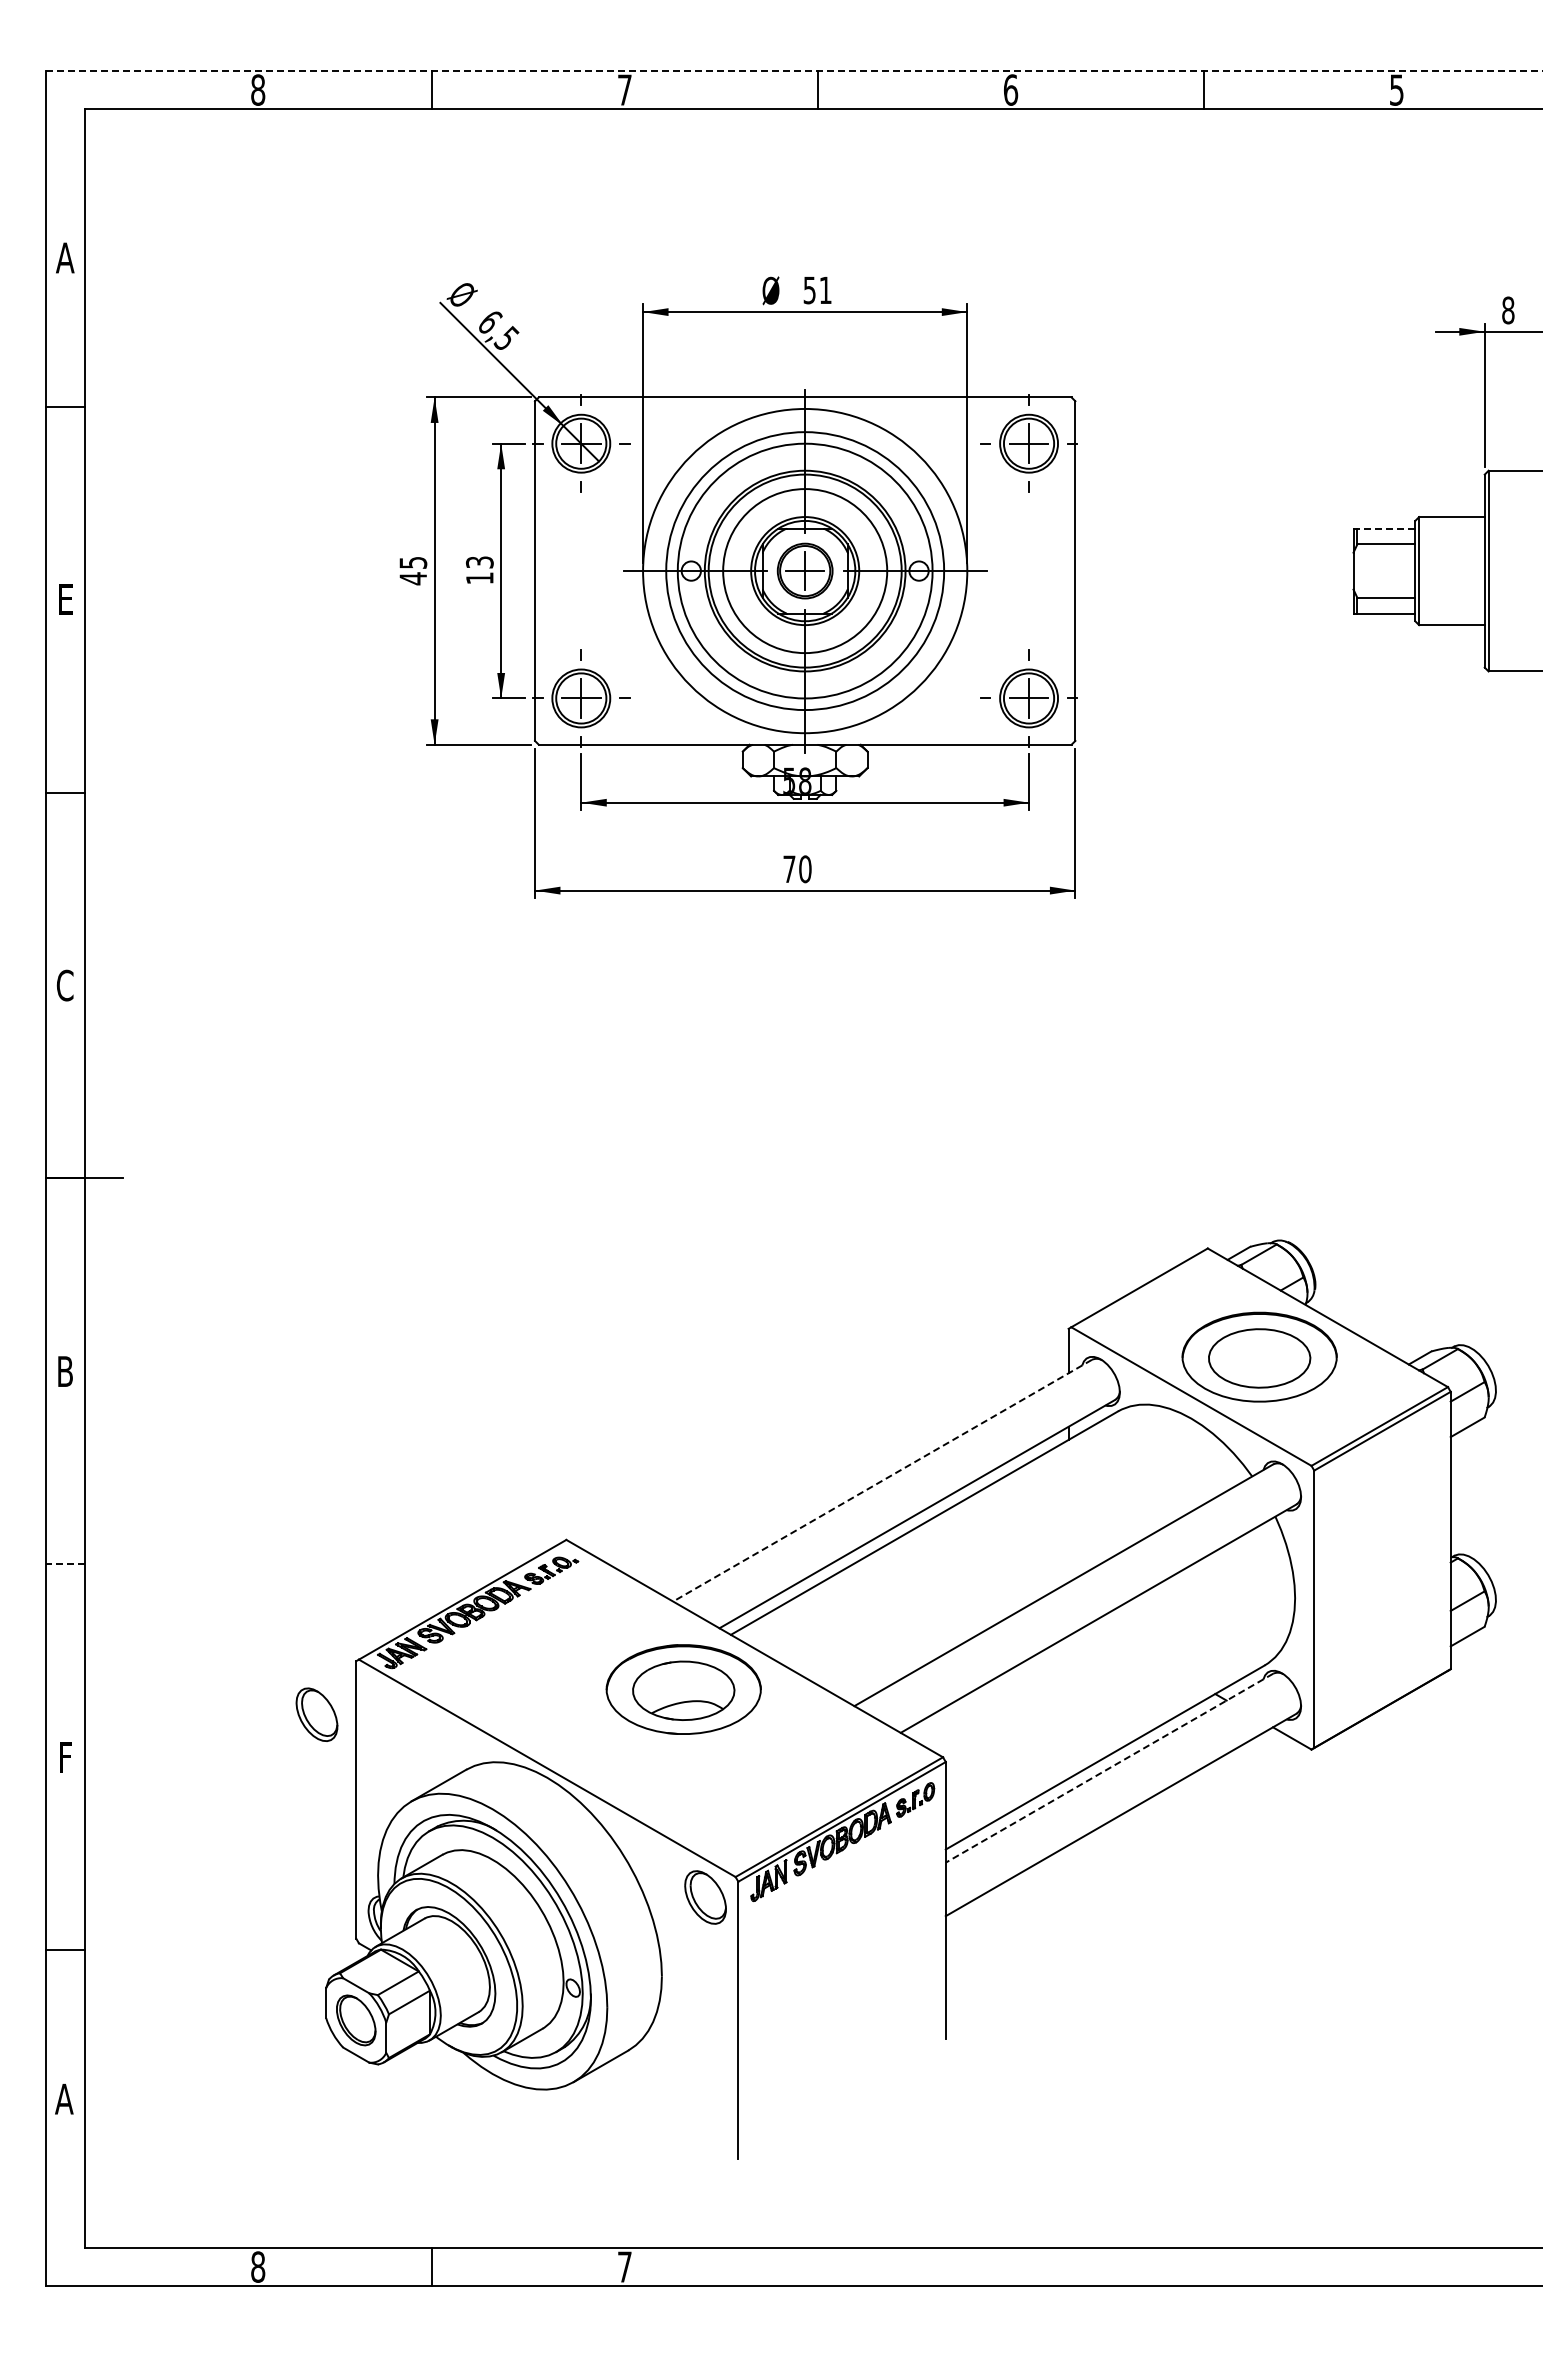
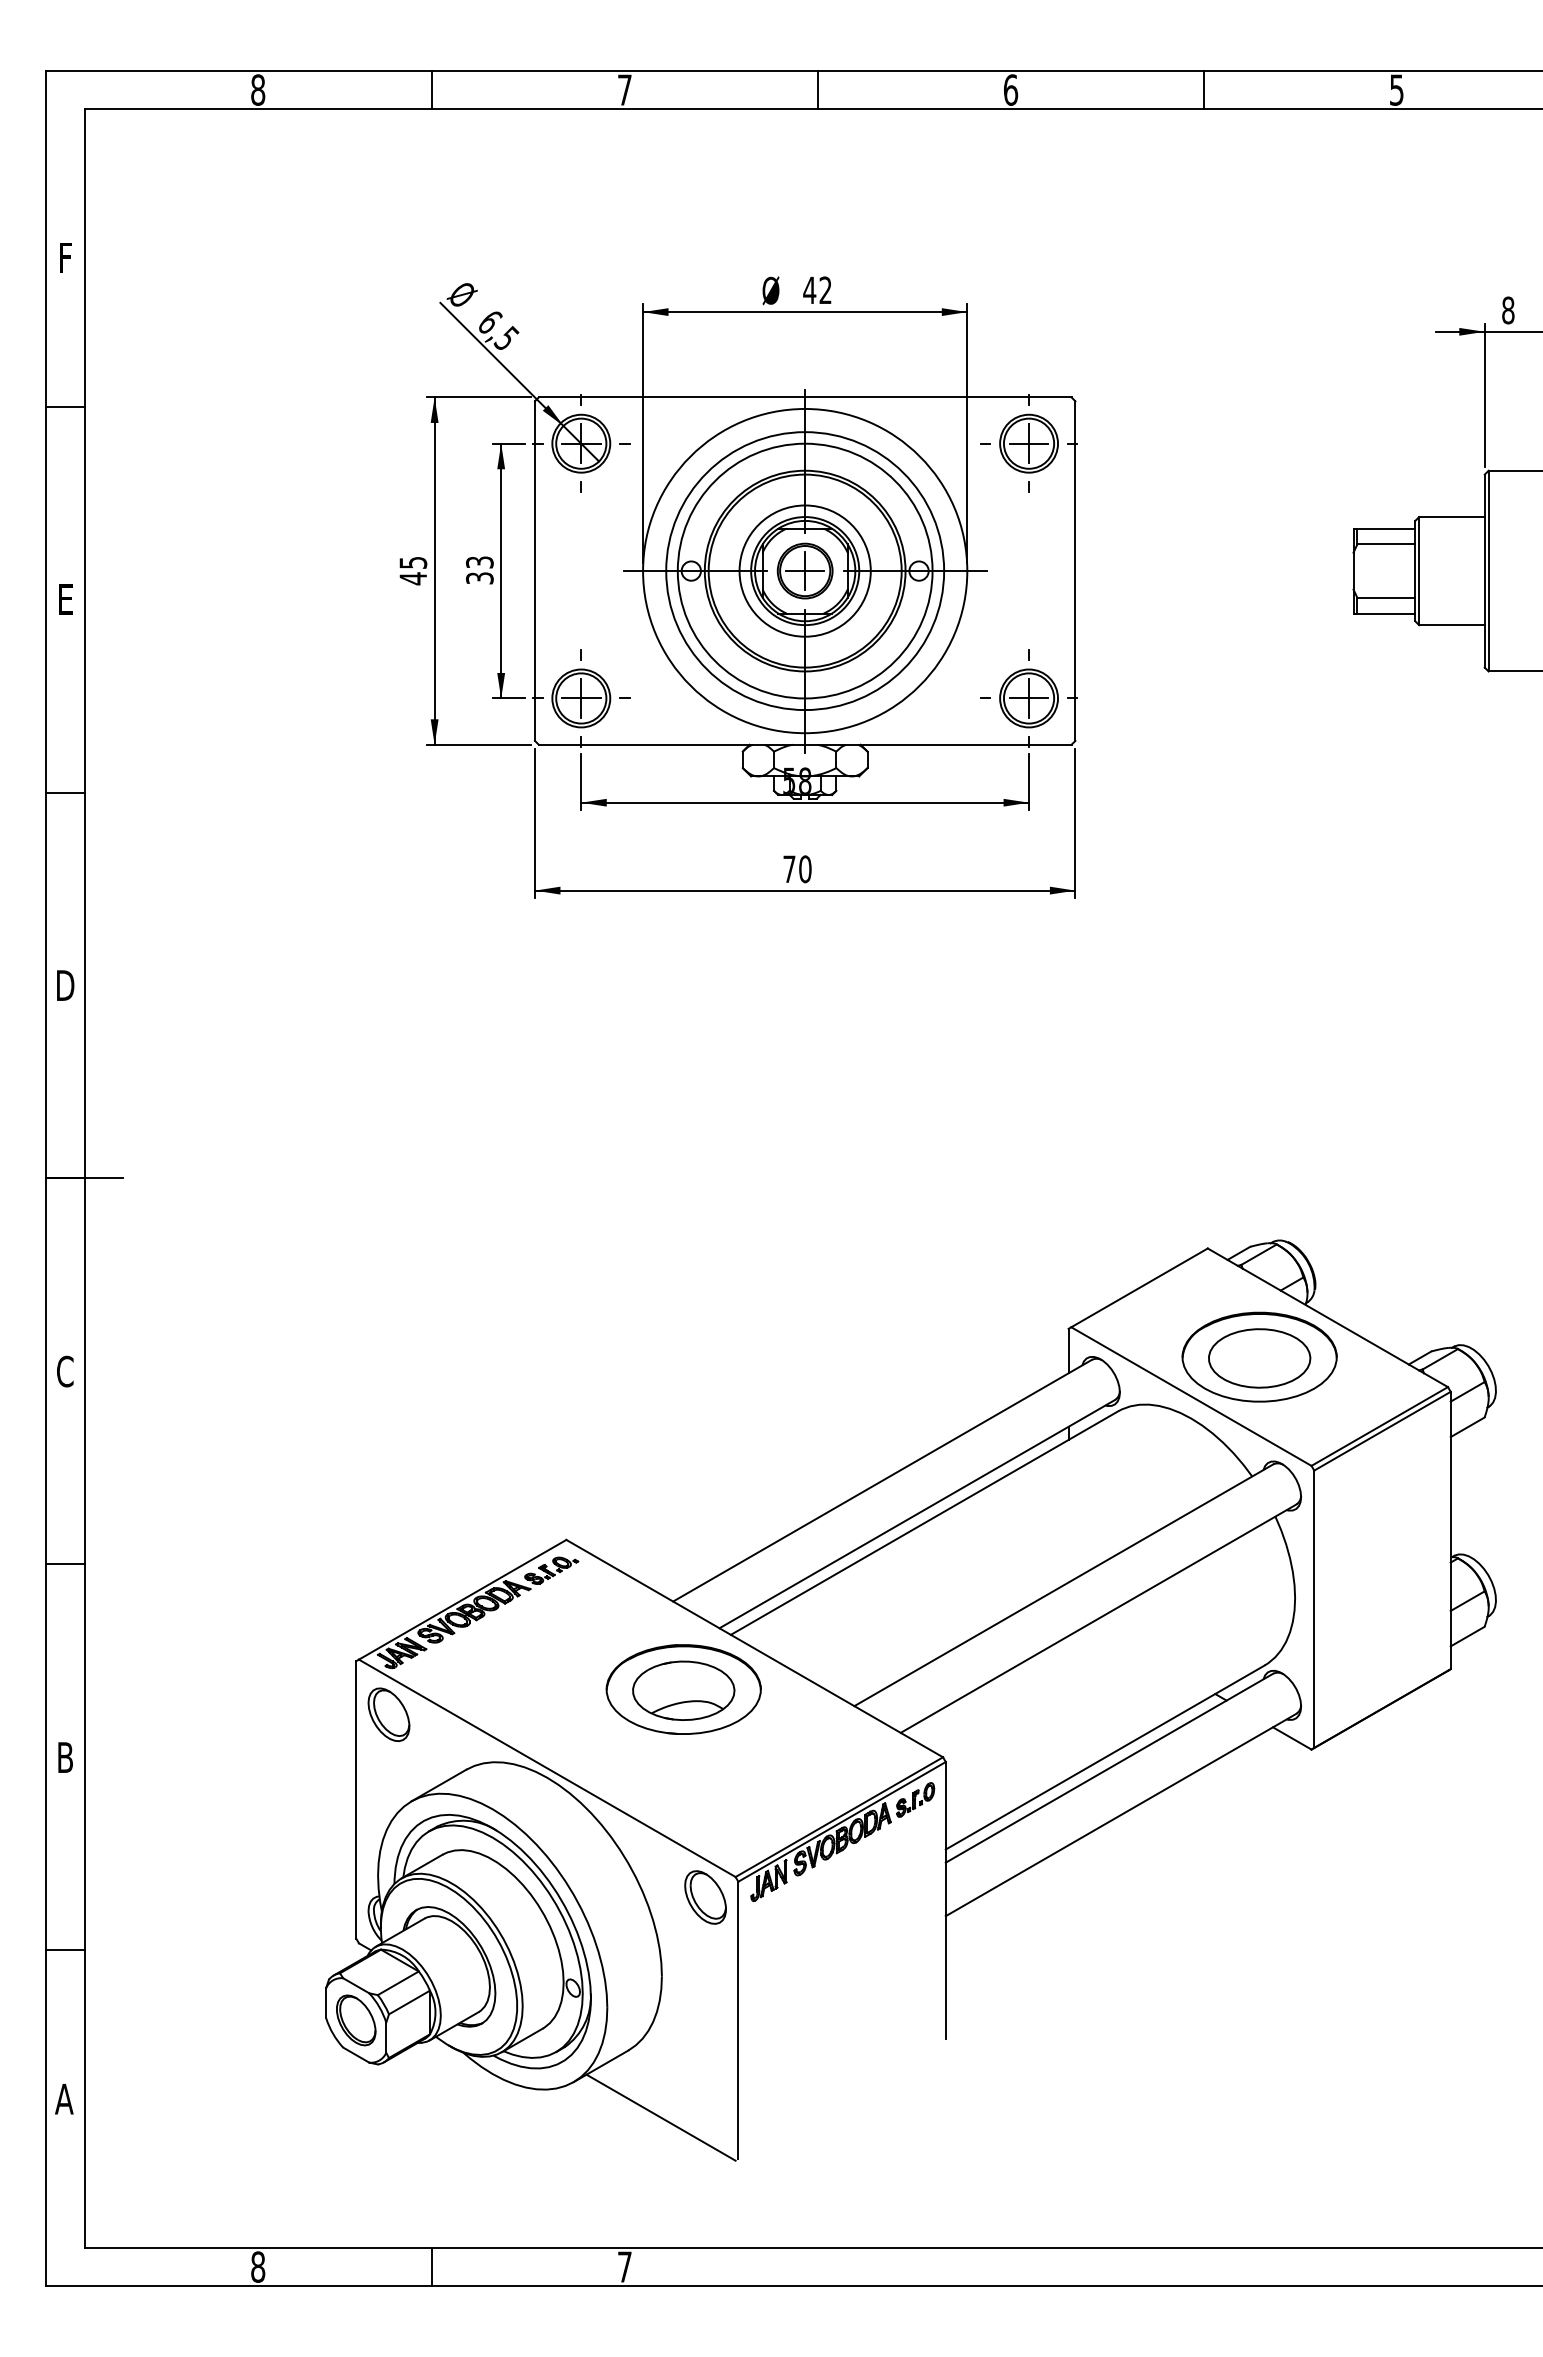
line at (794, 70): dashed -> solid
text at (65, 257): A -> F
text at (817, 290): 51 -> 42
line at (1386, 528): dashed -> solid
circle at (805, 571) diameter: 164 px -> 131 px
text at (479, 578): 13 -> 33
text at (65, 985): C -> D
text at (65, 1371): B -> C
line at (882, 1480): dashed -> solid
line at (65, 1564): dashed -> solid
part at (316, 1714) position: (316, 1714) -> (388, 1714)
text at (65, 1757): F -> B
line at (1109, 1768): dashed -> solid
line at (660, 2117): none -> present
